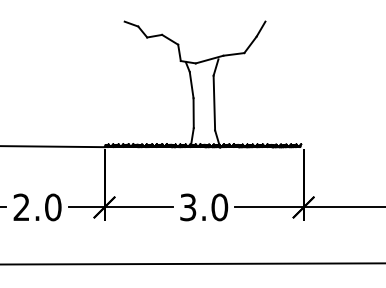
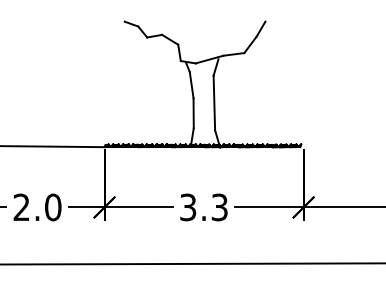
text at (219, 207): 3.0 -> 3.3
